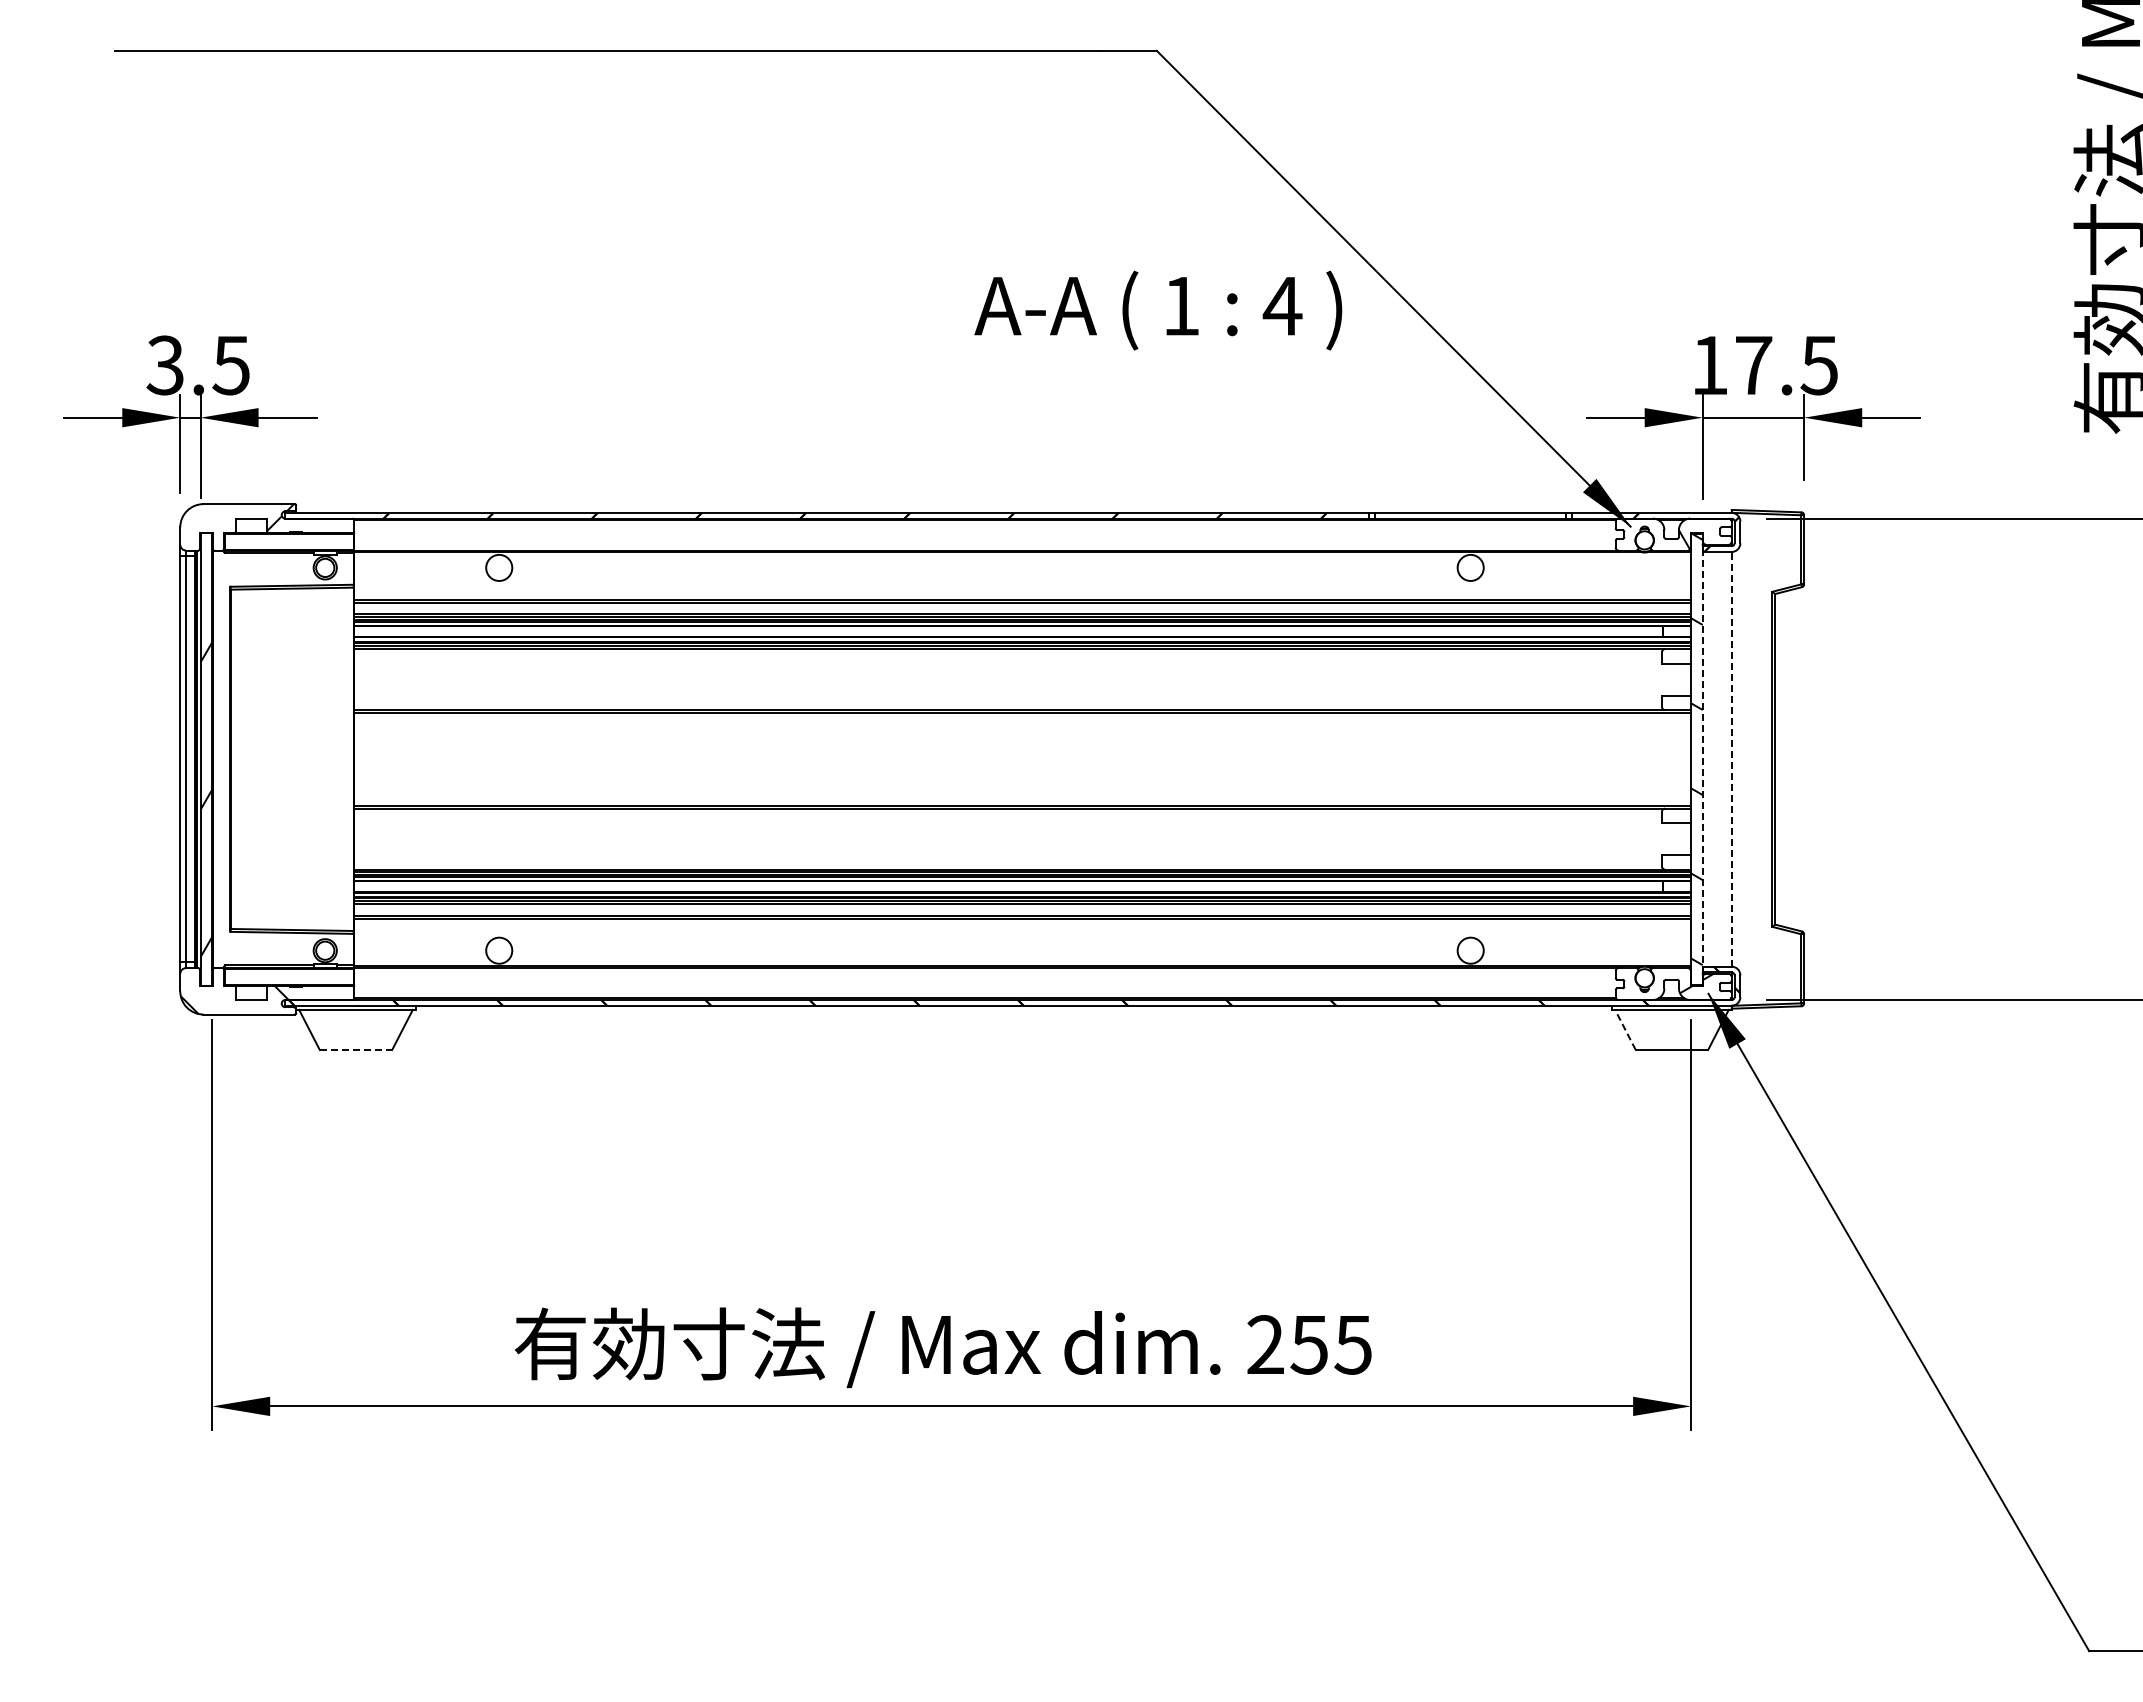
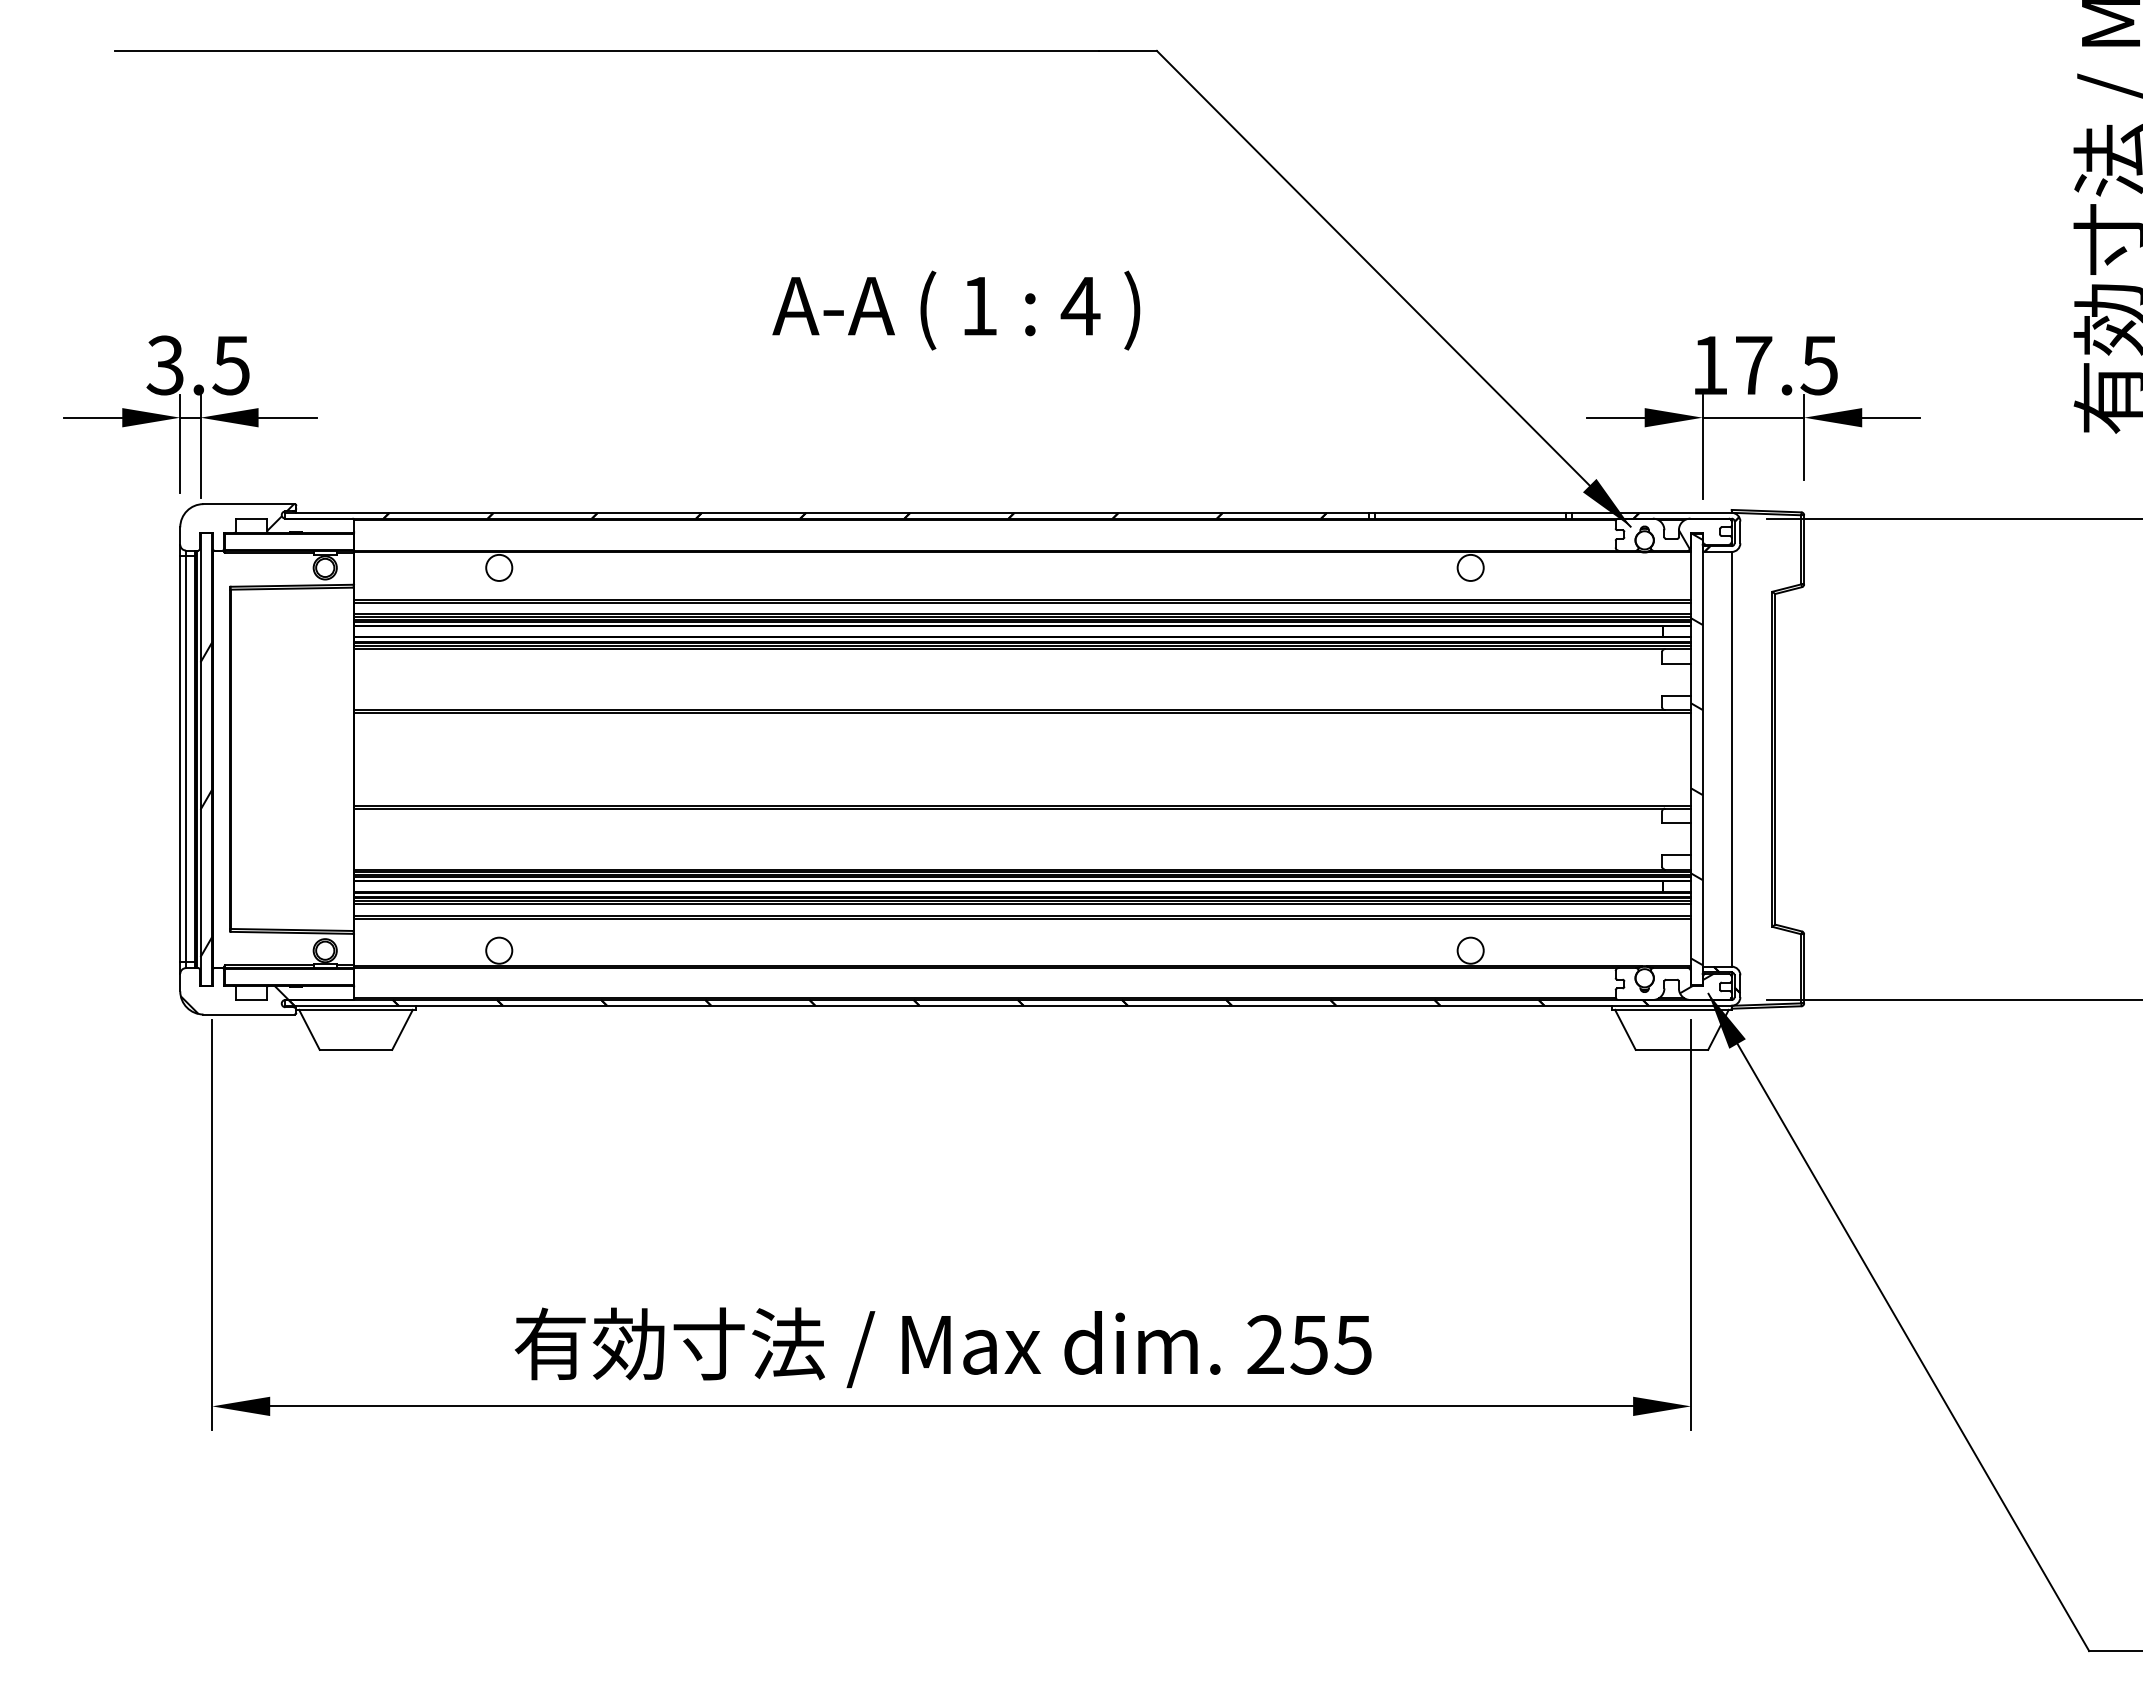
text at (1158, 310) position: (1158, 310) -> (956, 310)
line at (1731, 758): dashed -> solid
line at (1702, 759): dashed -> solid
line at (1625, 1029): dashed -> solid
line at (356, 1049): dashed -> solid
